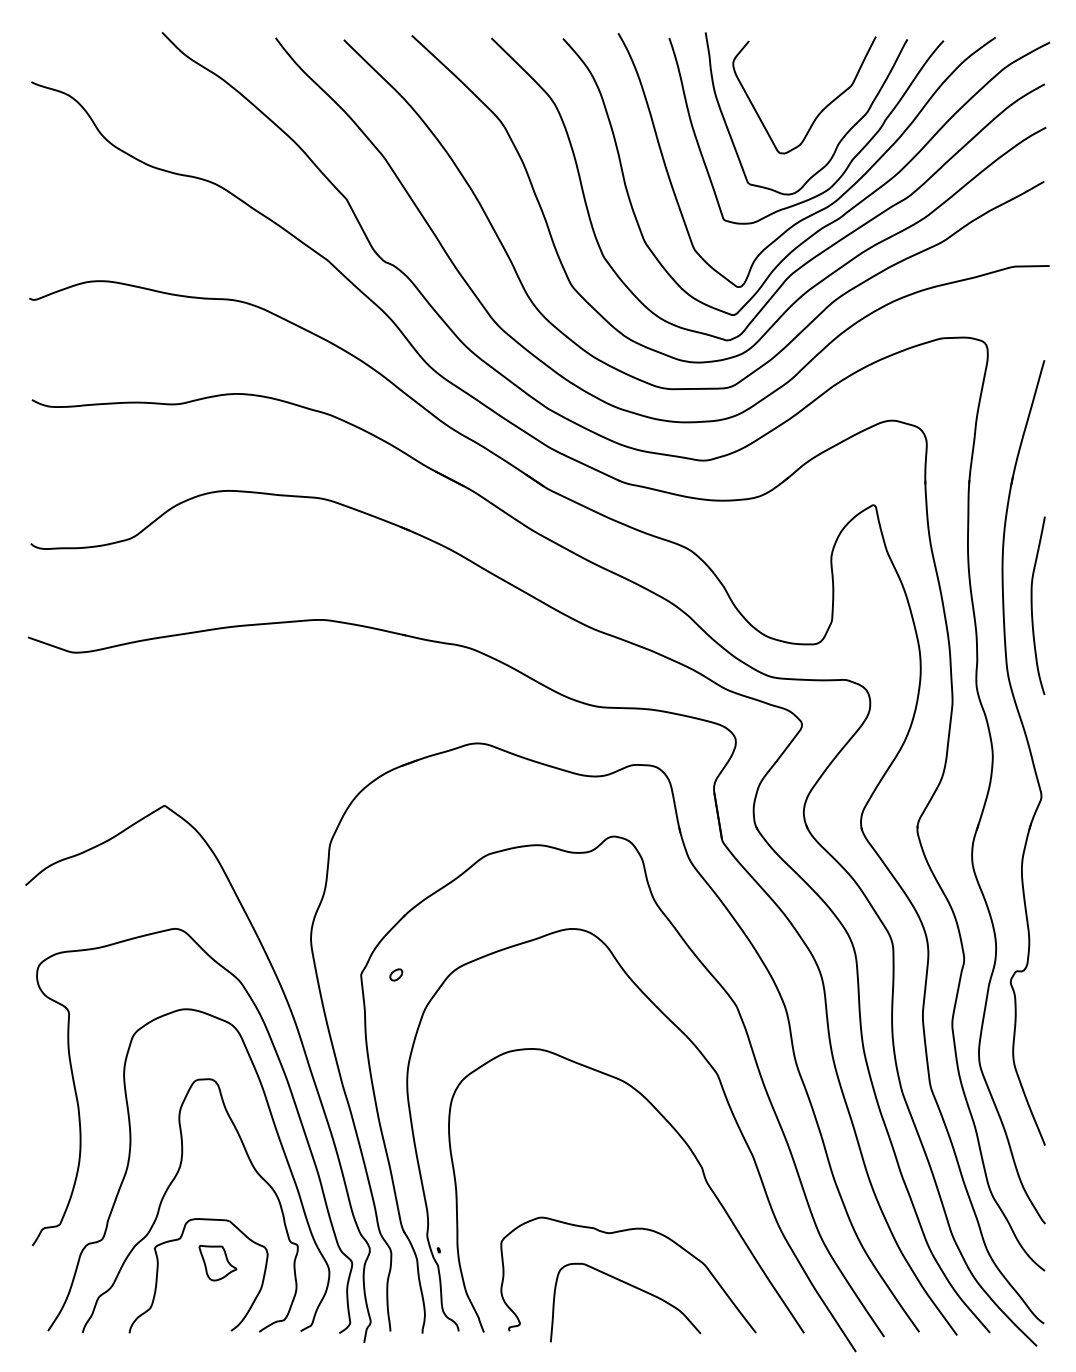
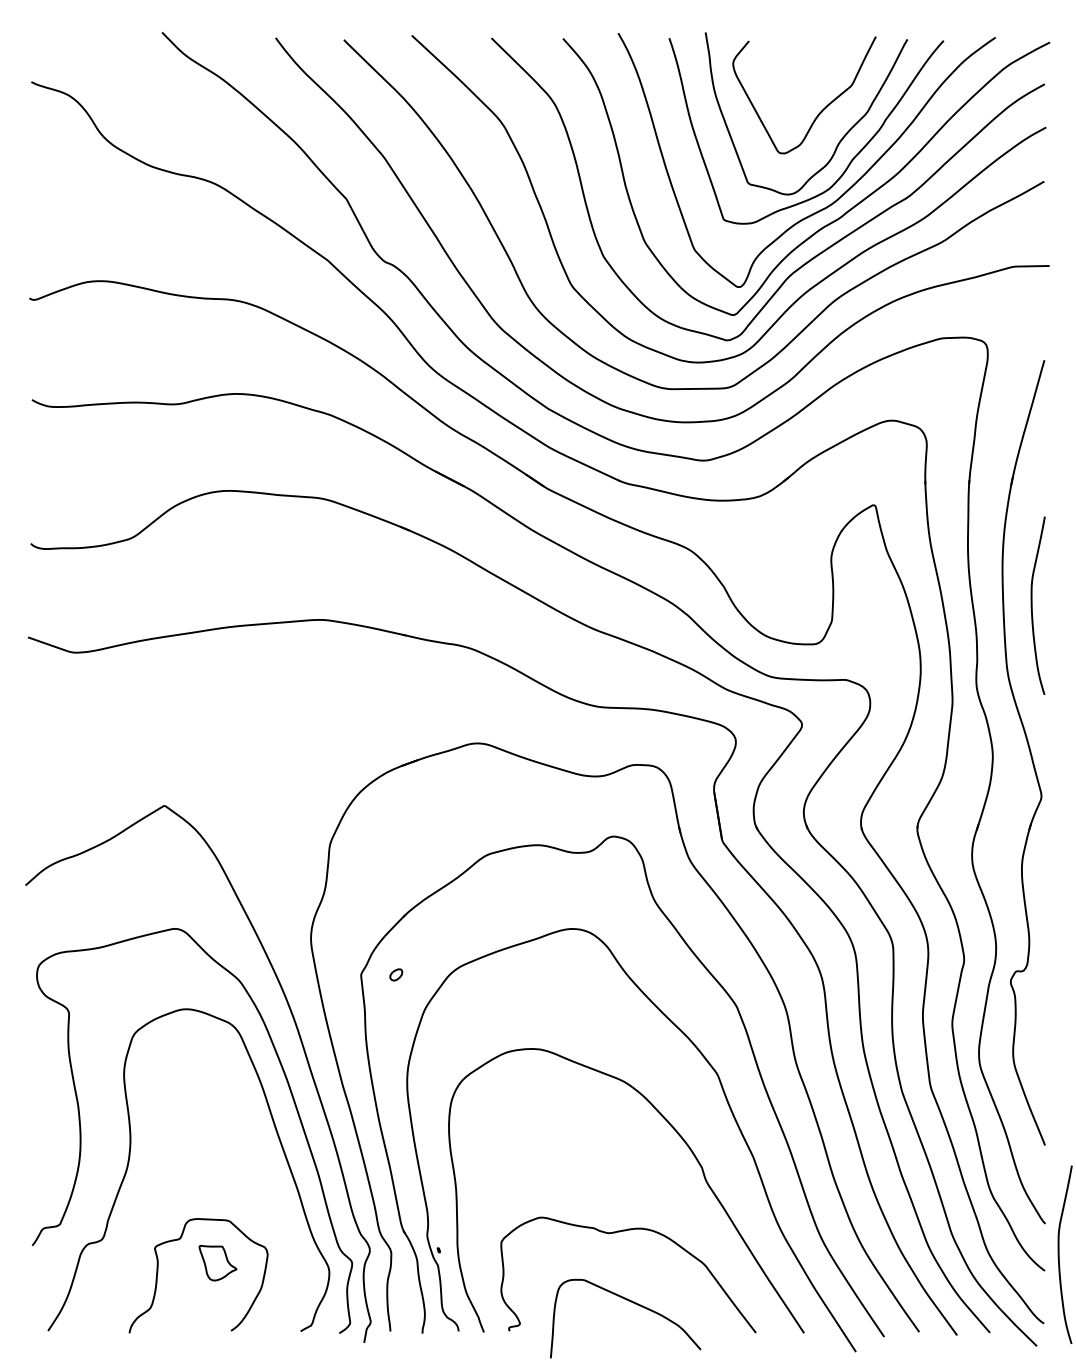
part at (166, 1193): present -> none
curve at (1059, 1254): none -> present
curve at (633, 1287) position: (633, 1287) -> (633, 1303)
